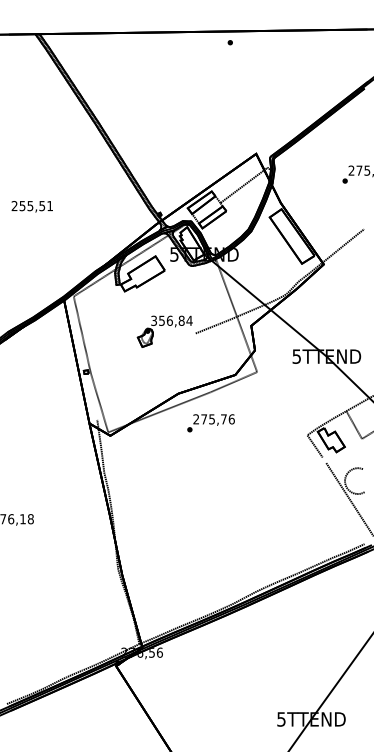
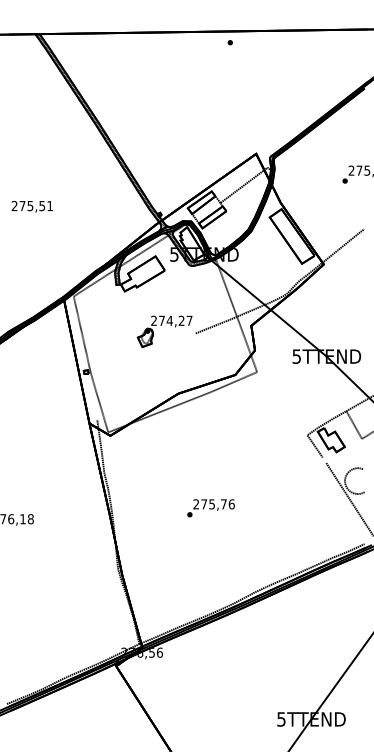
text at (22, 206): 255,51 -> 275,51
text at (171, 320): 356,84 -> 274,27
text at (210, 423) position: (210, 423) -> (210, 508)
